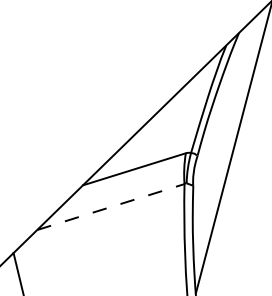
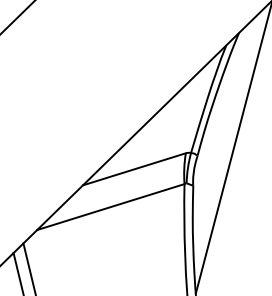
line at (17, 17): none -> present
line at (111, 206): dashed -> solid
line at (29, 267): none -> present
